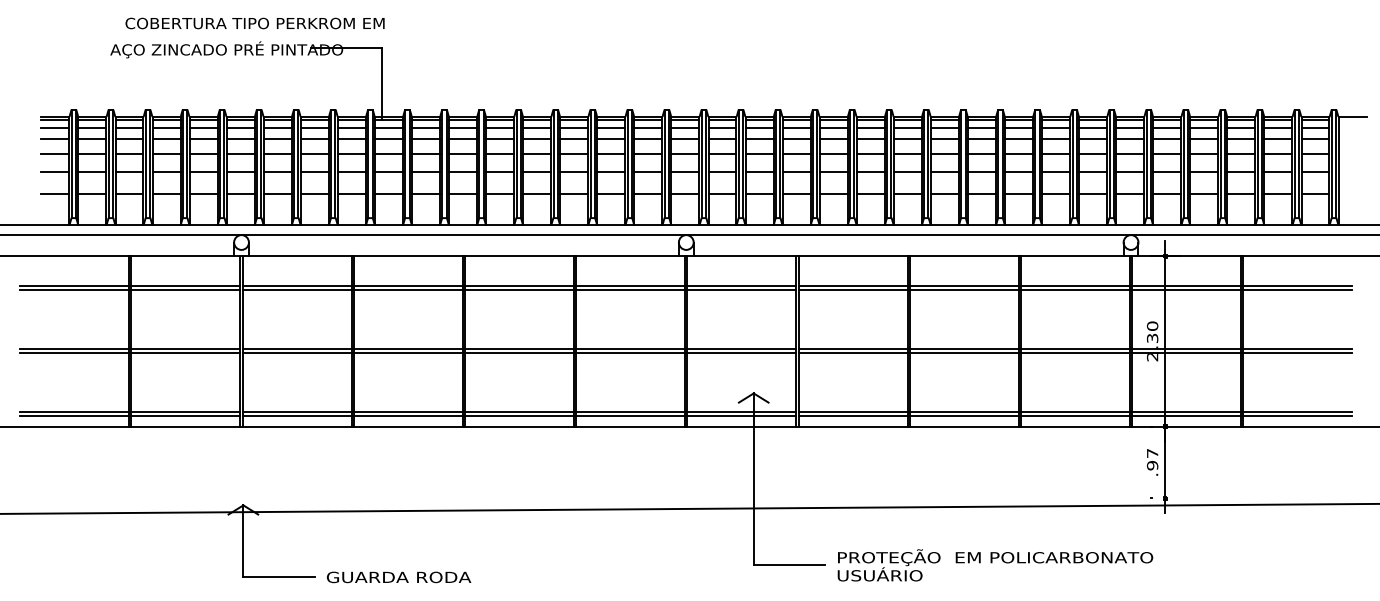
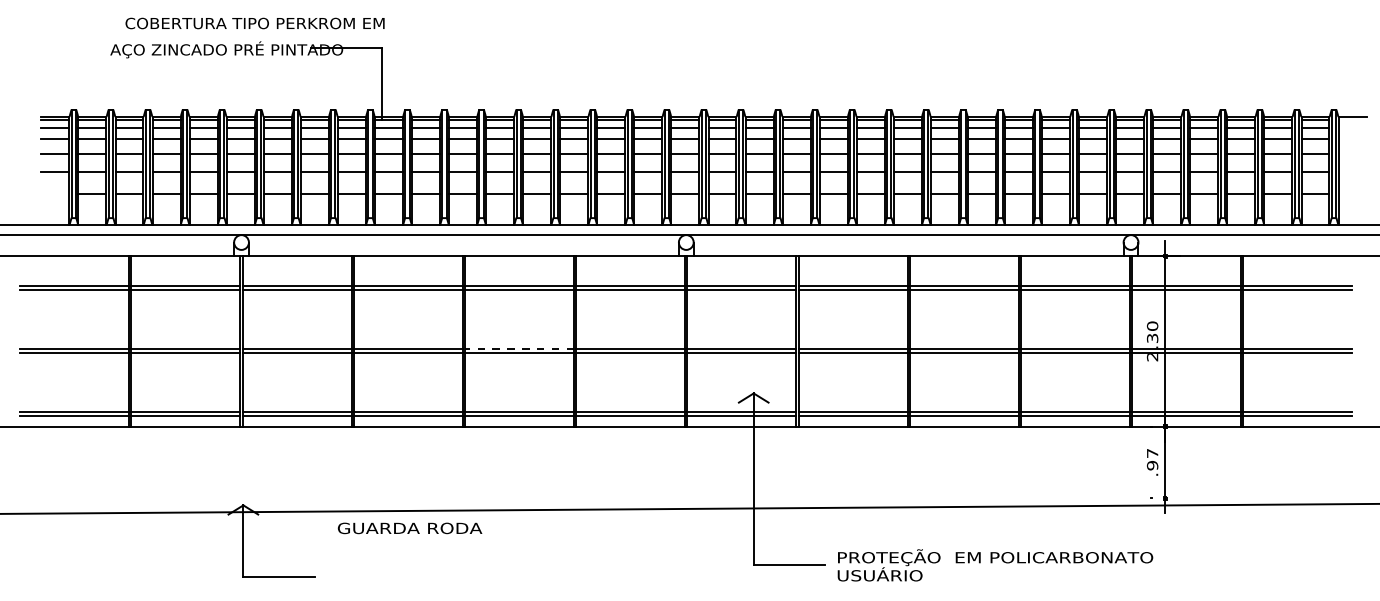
line at (55, 194): present -> none
line at (519, 348): solid -> dashed
text at (398, 577) position: (398, 577) -> (409, 528)
